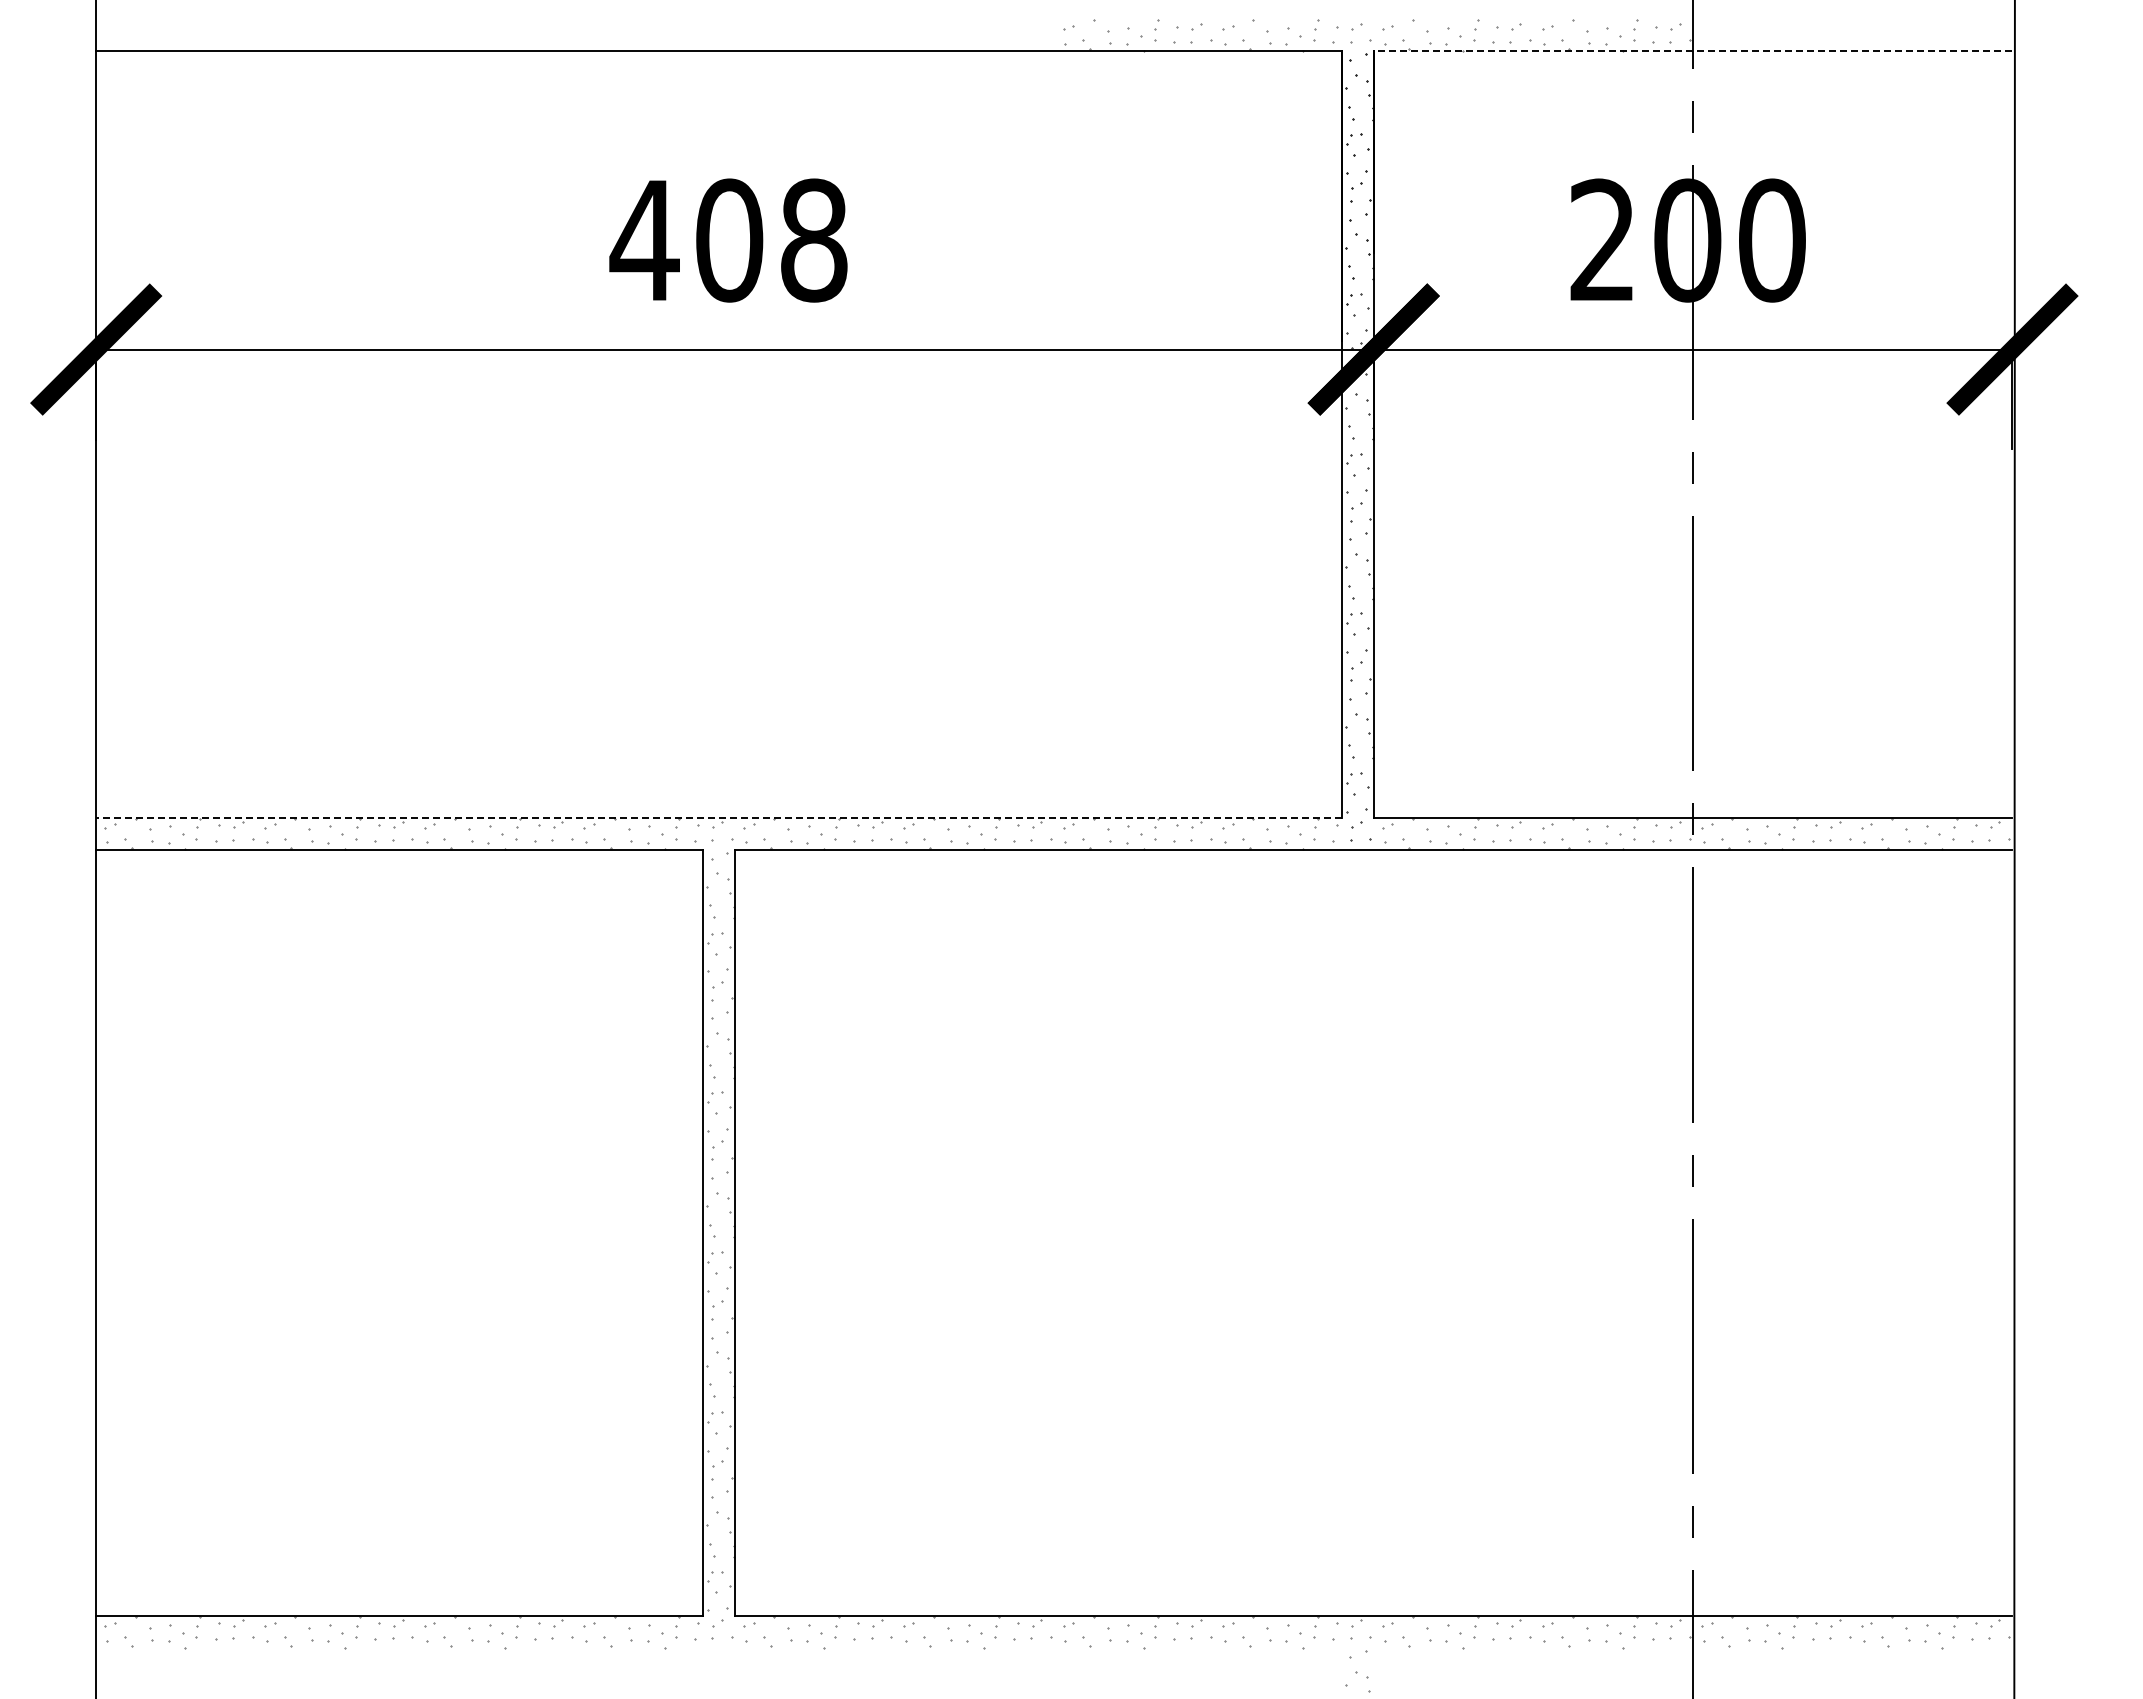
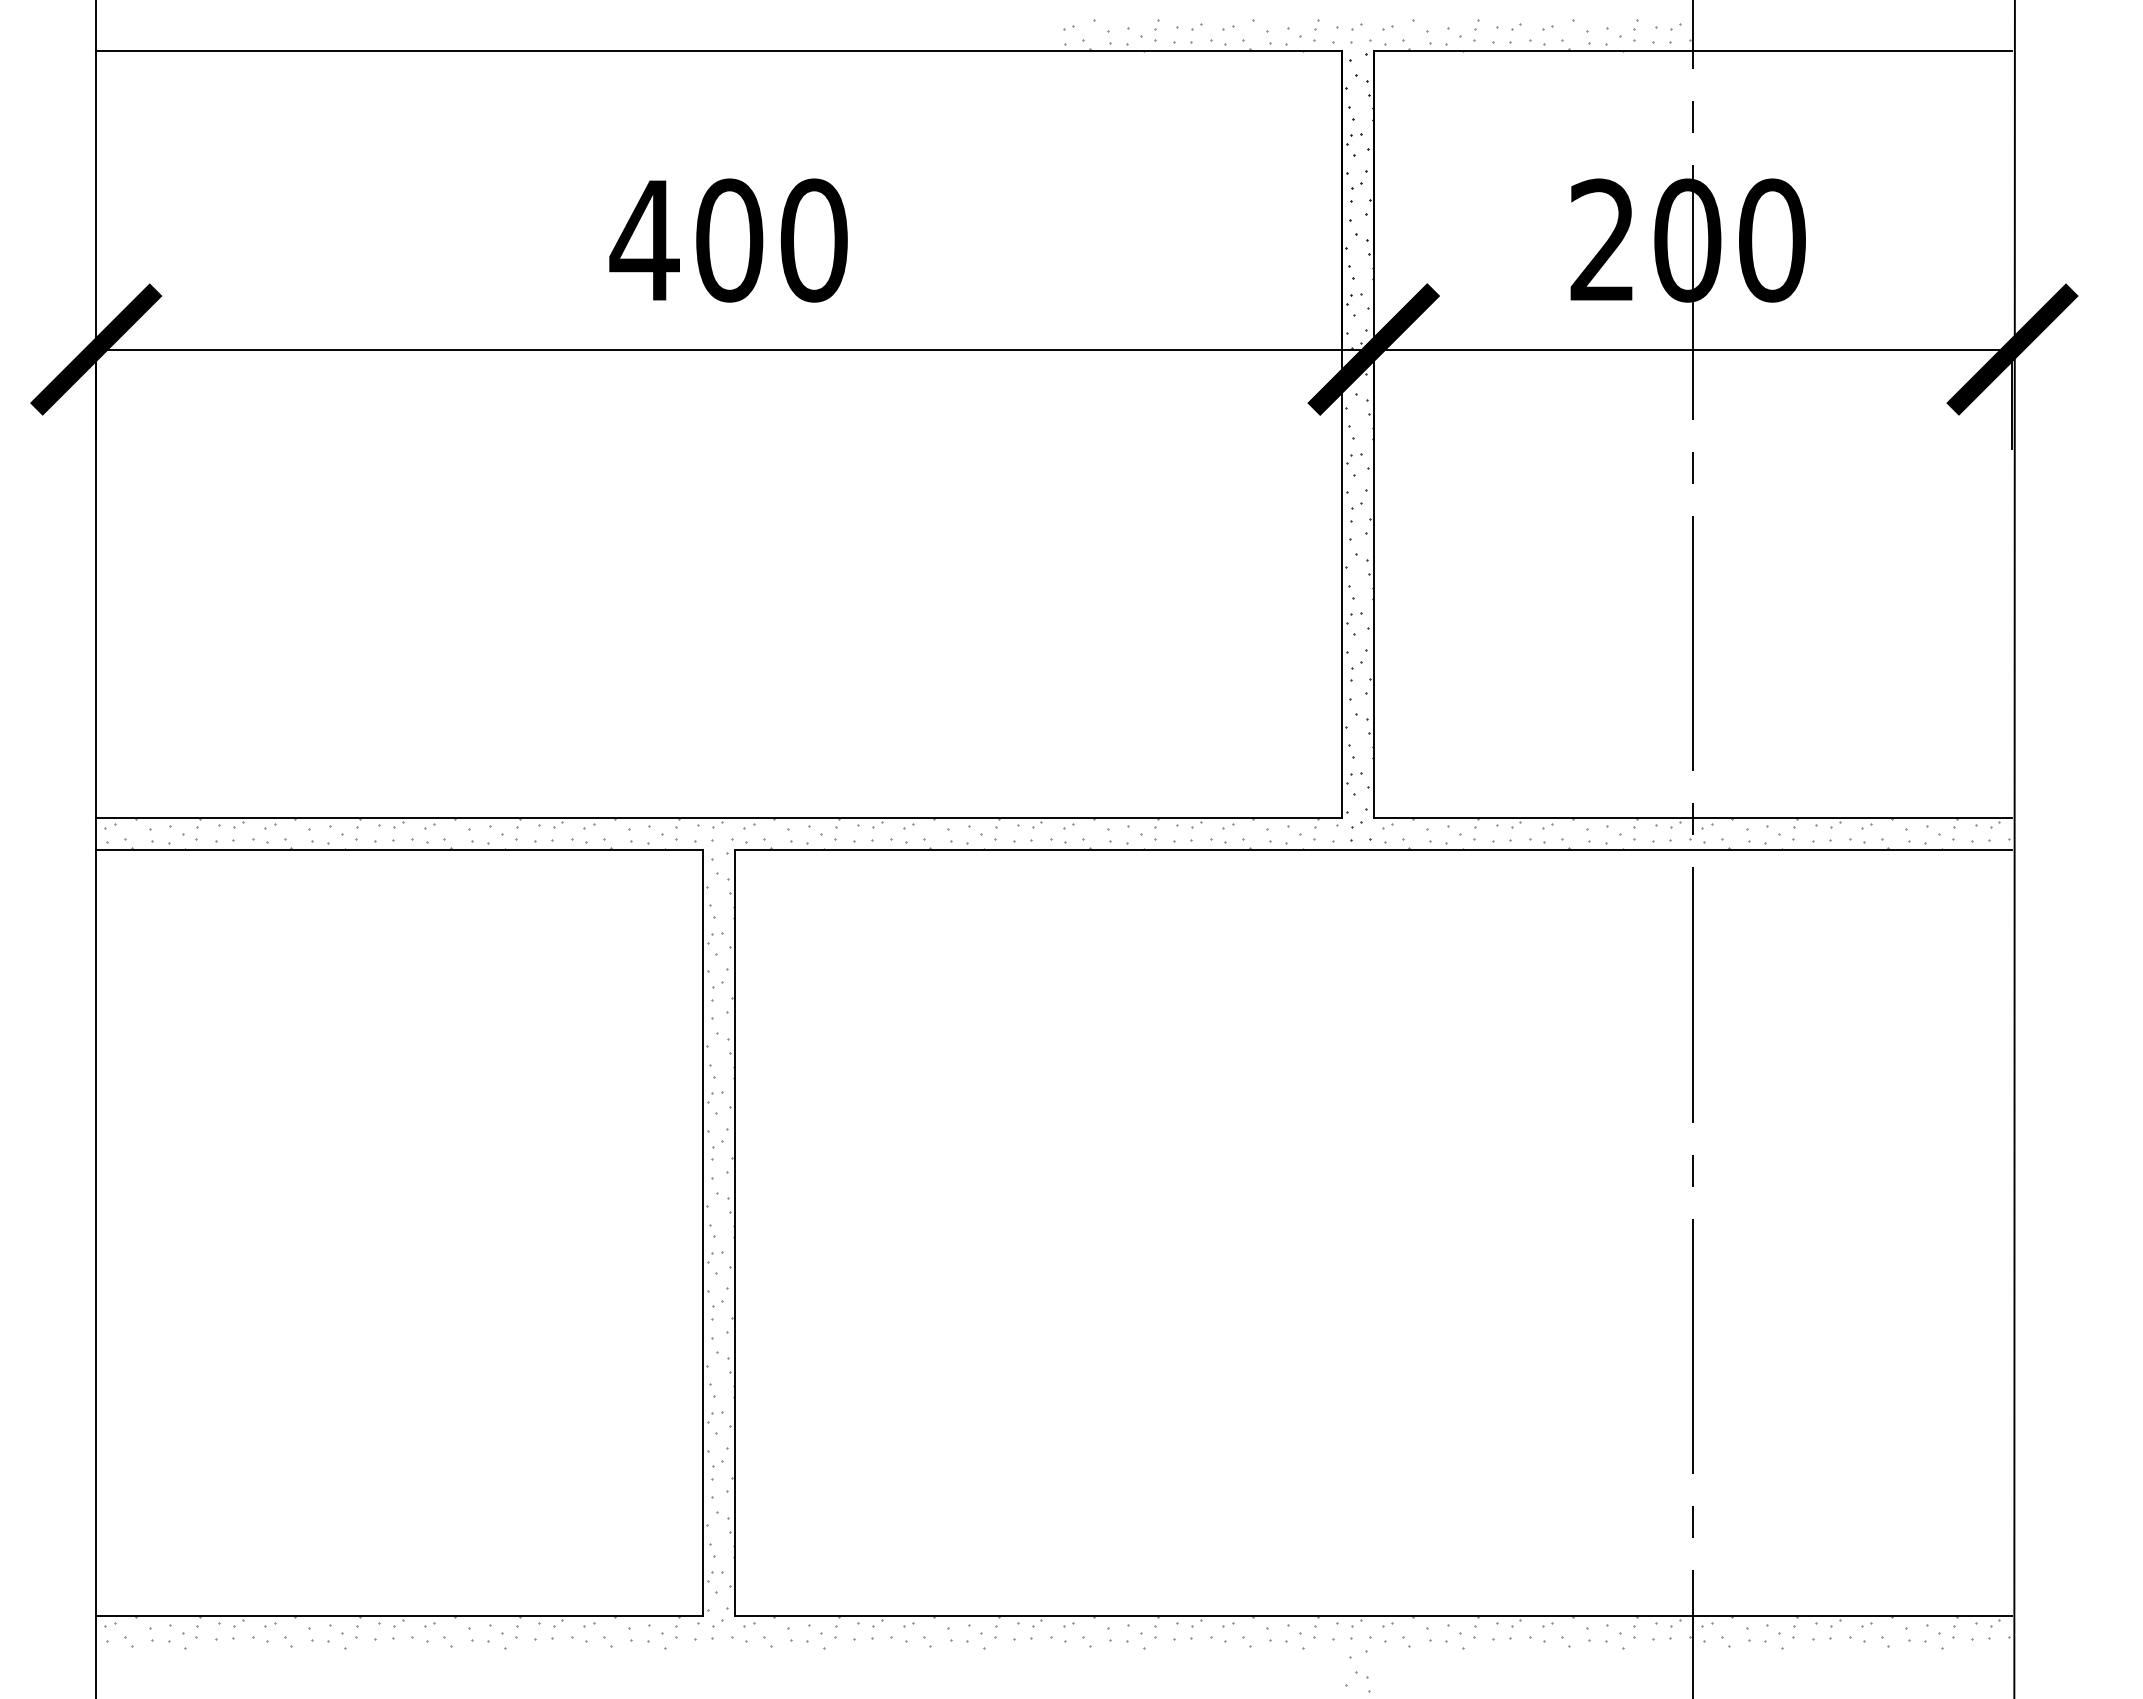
line at (1692, 51): dashed -> solid
text at (813, 240): 408 -> 400
line at (719, 817): dashed -> solid
